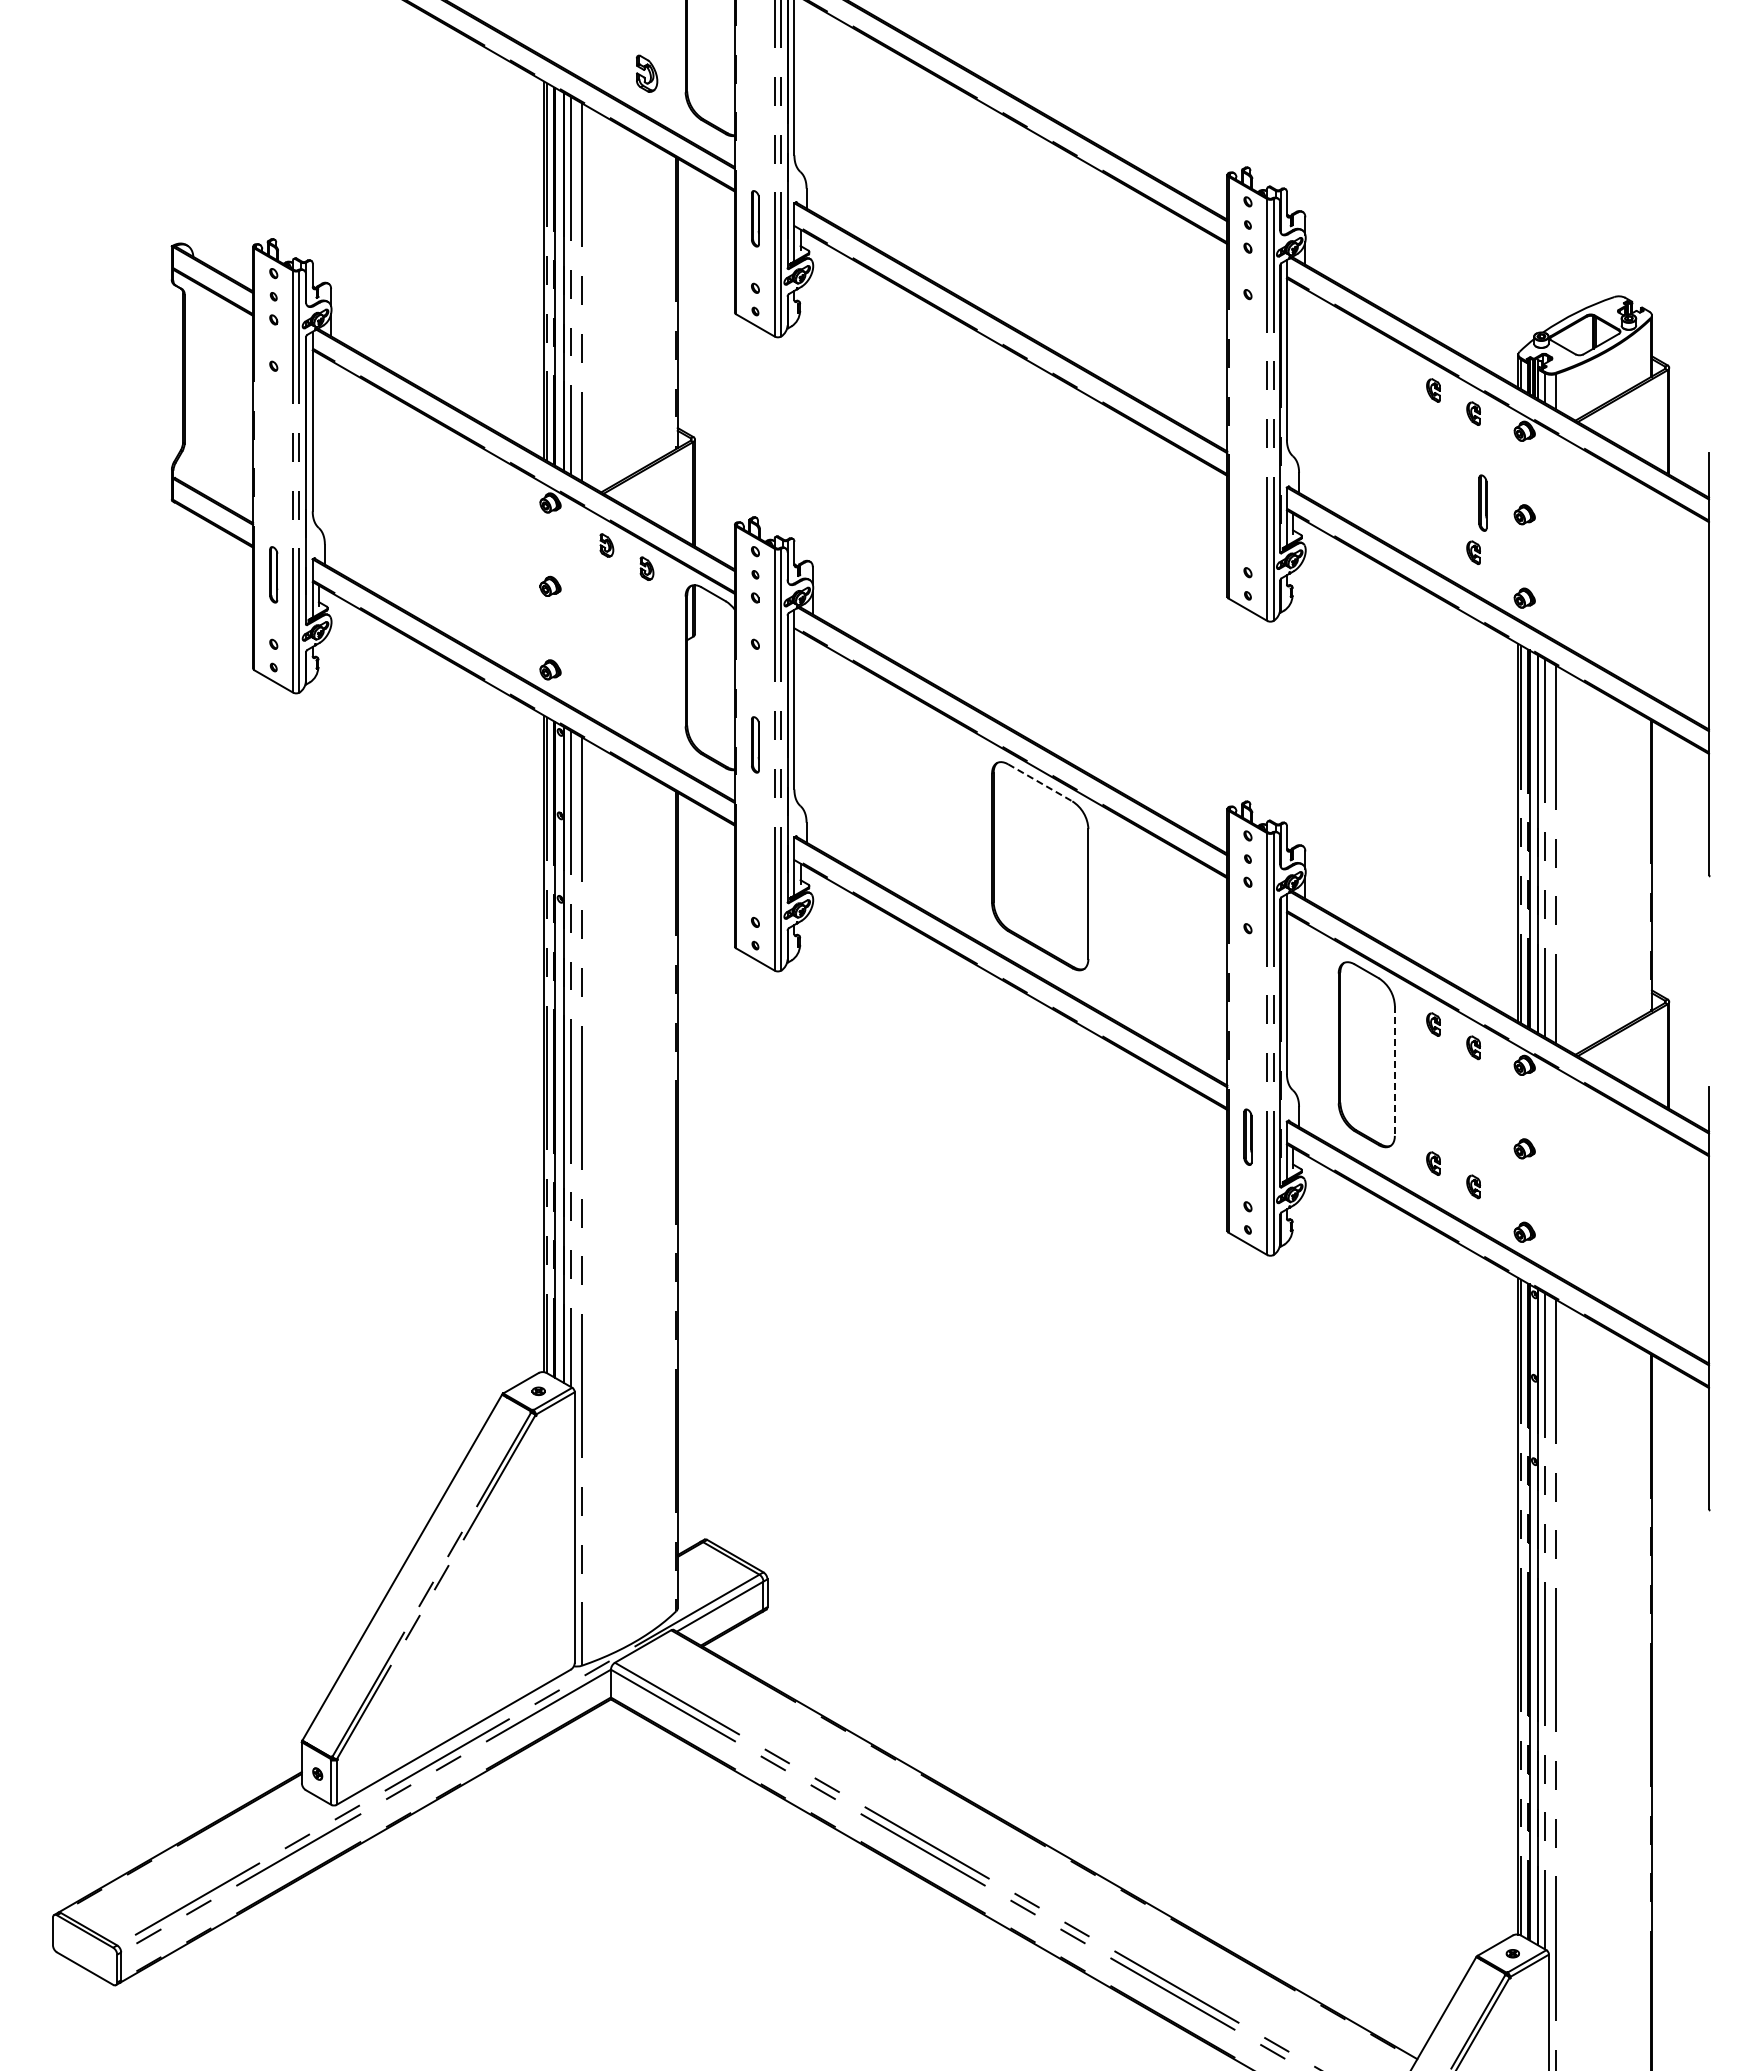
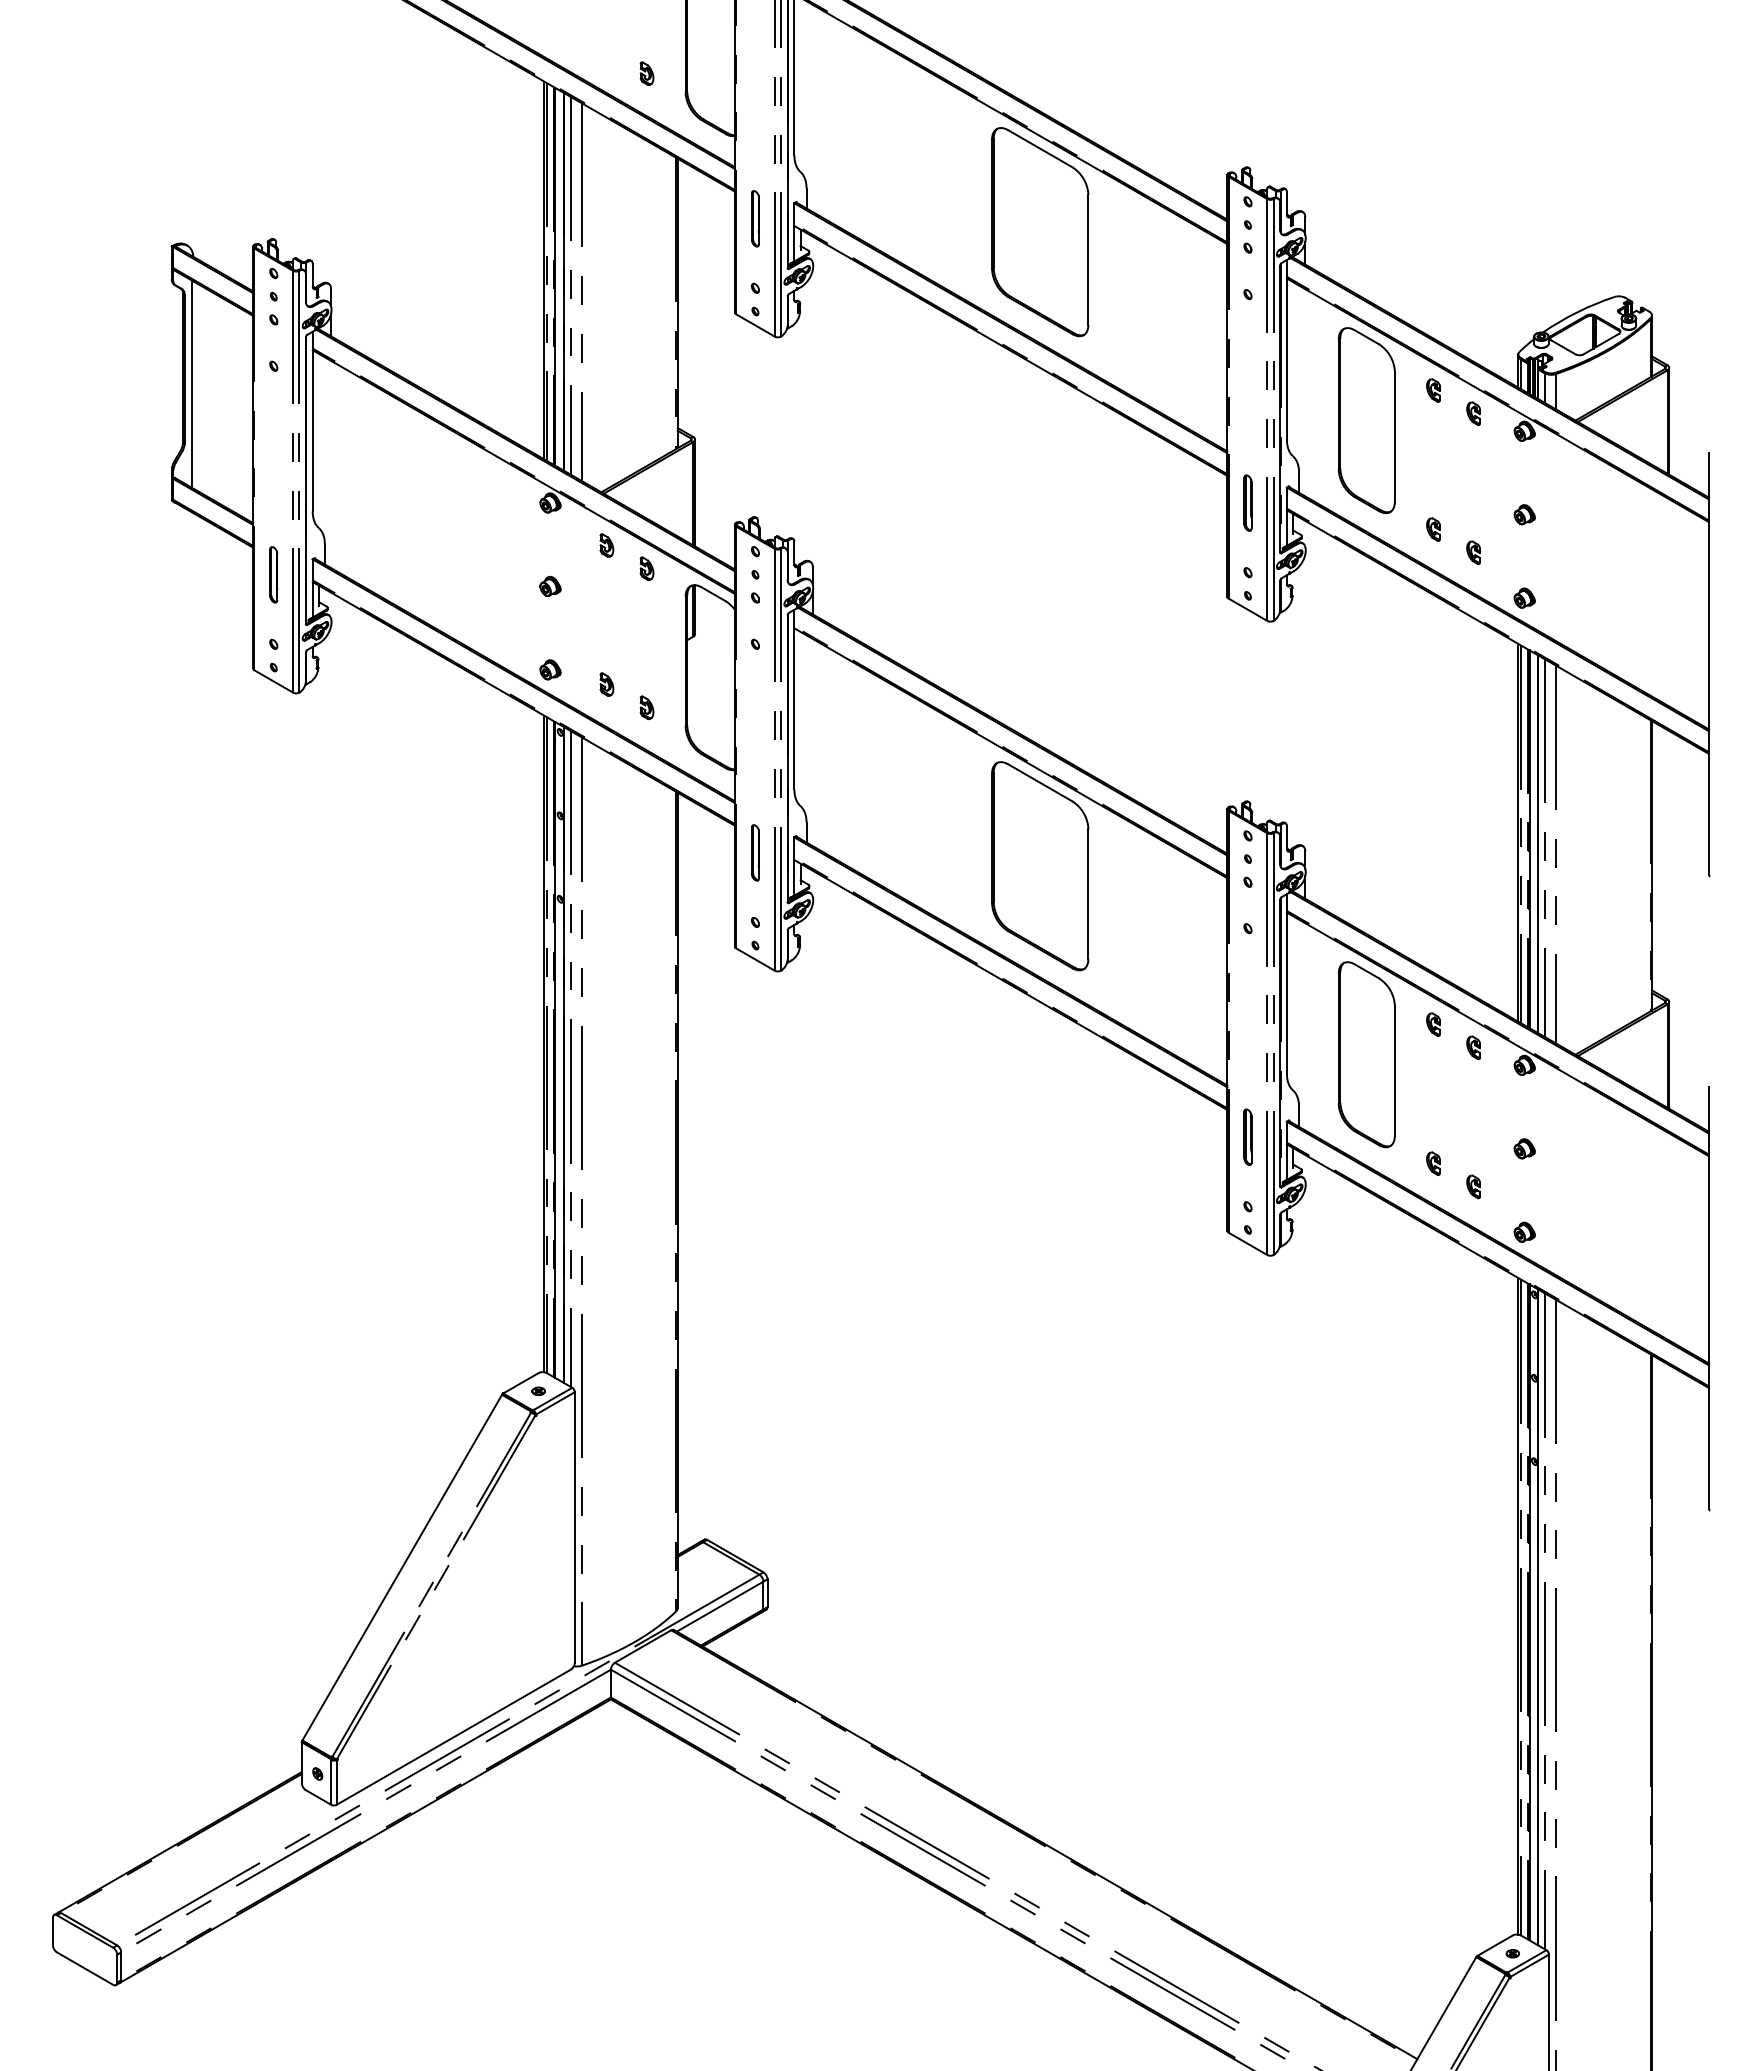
part at (647, 73) size: 23x39 px -> 16x25 px
part at (1040, 232): none -> present
line at (191, 383): none -> present
part at (1366, 420): none -> present
part at (1482, 502) position: (1482, 502) -> (1247, 502)
part at (1433, 529): none -> present
part at (606, 684): none -> present
part at (646, 707): none -> present
part at (755, 744) position: (755, 744) -> (755, 852)
line at (1040, 783): dashed -> solid
line at (1394, 1070): dashed -> solid
